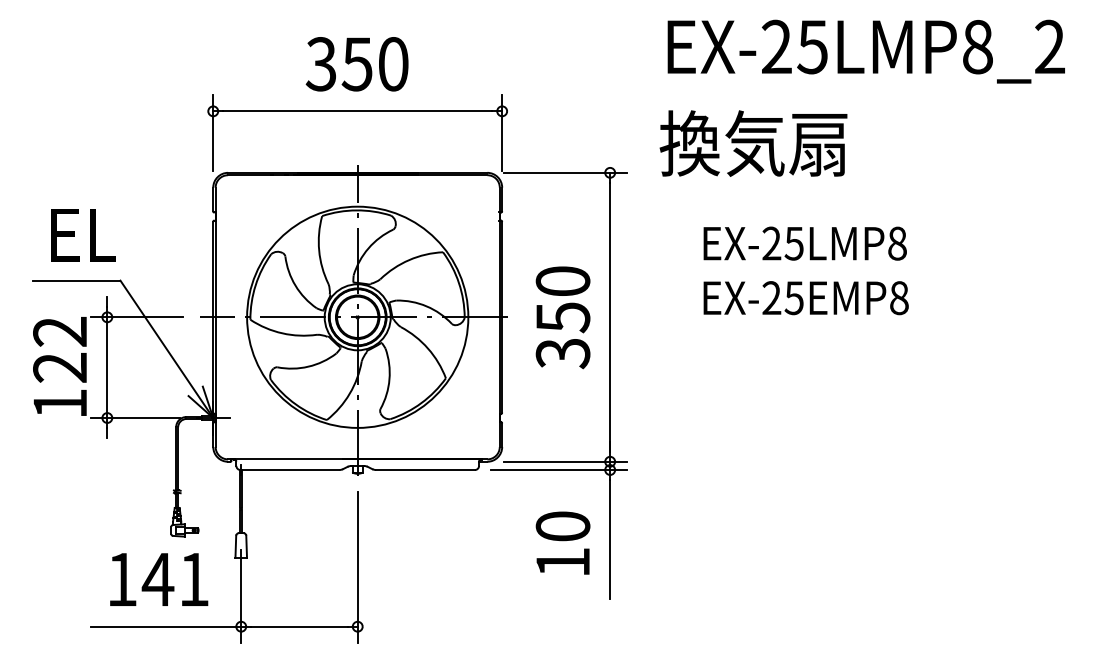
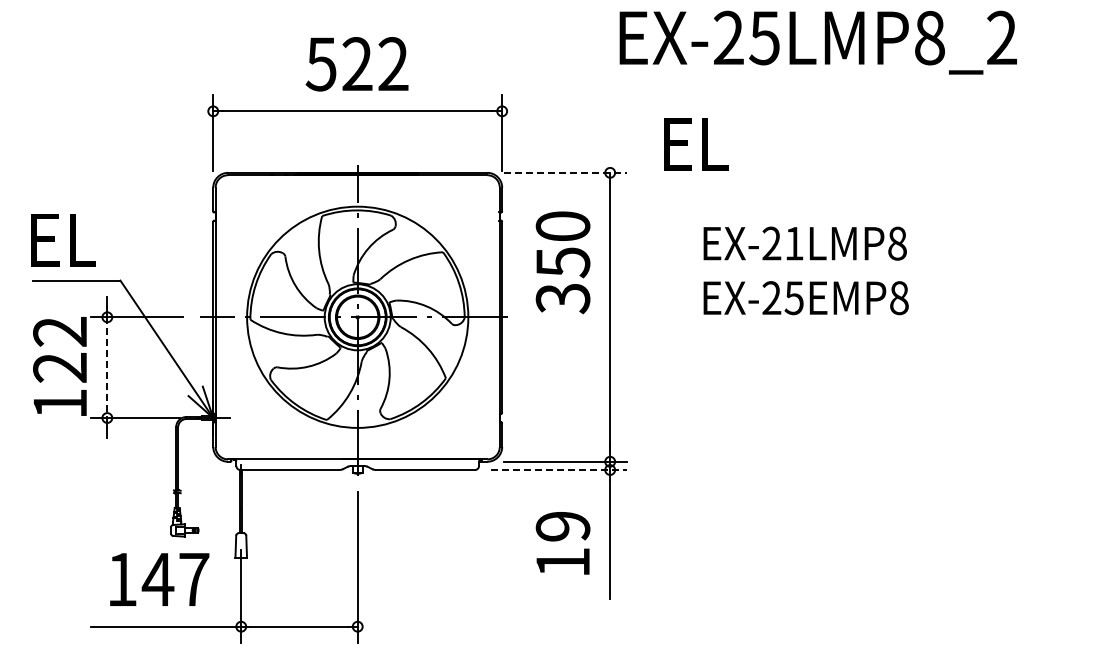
text at (865, 51) position: (865, 51) -> (817, 42)
text at (356, 64): 350 -> 522
text at (753, 143): 換気扇 -> EL
line at (565, 172): solid -> dashed
text at (83, 235) position: (83, 235) -> (63, 240)
text at (793, 243): EX-25LMP8 -> EX-21LMP8
text at (562, 317) position: (562, 317) -> (562, 262)
line at (107, 368): solid -> dashed
line at (559, 470): solid -> dashed
text at (562, 526): 10 -> 19
text at (194, 579): 141 -> 147
